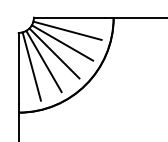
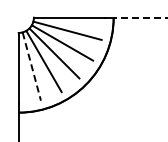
line at (140, 17): solid -> dashed
line at (31, 67): solid -> dashed
